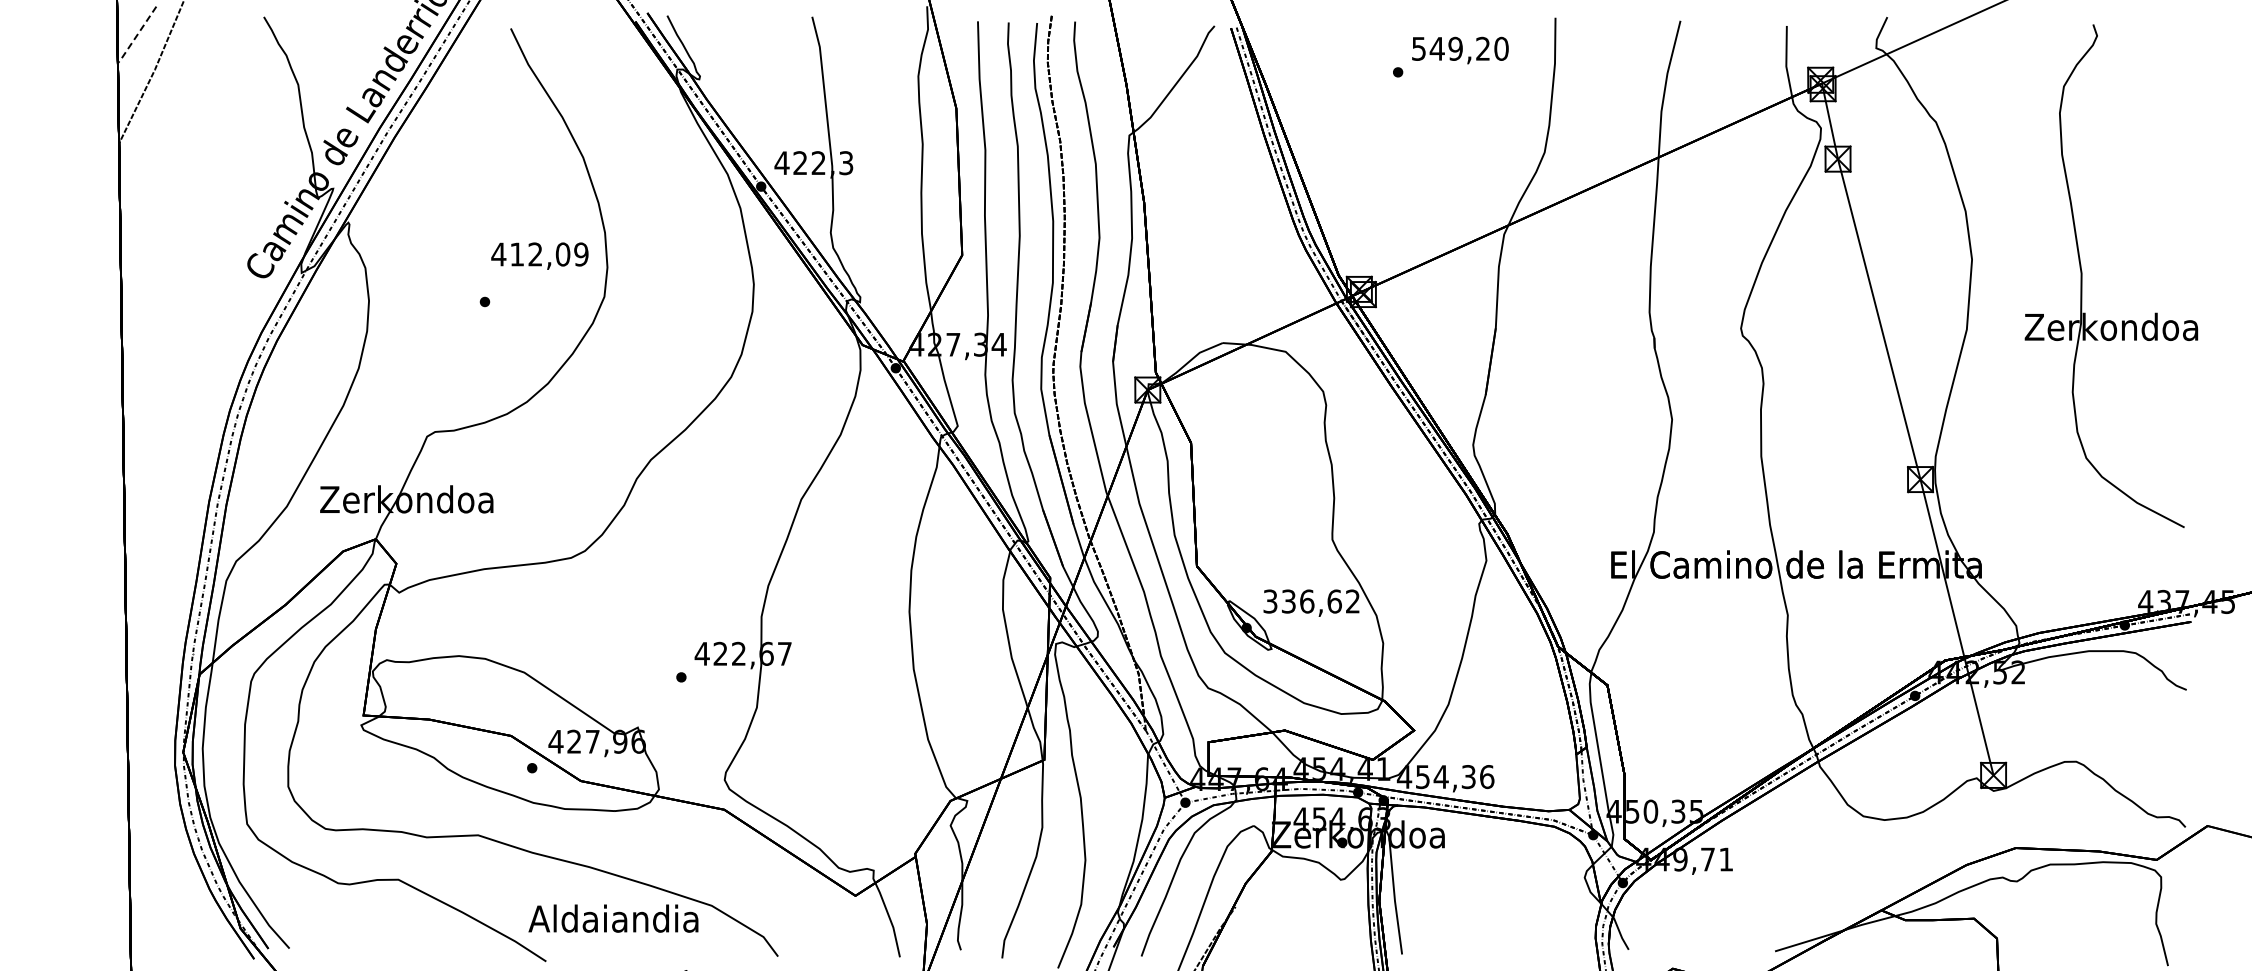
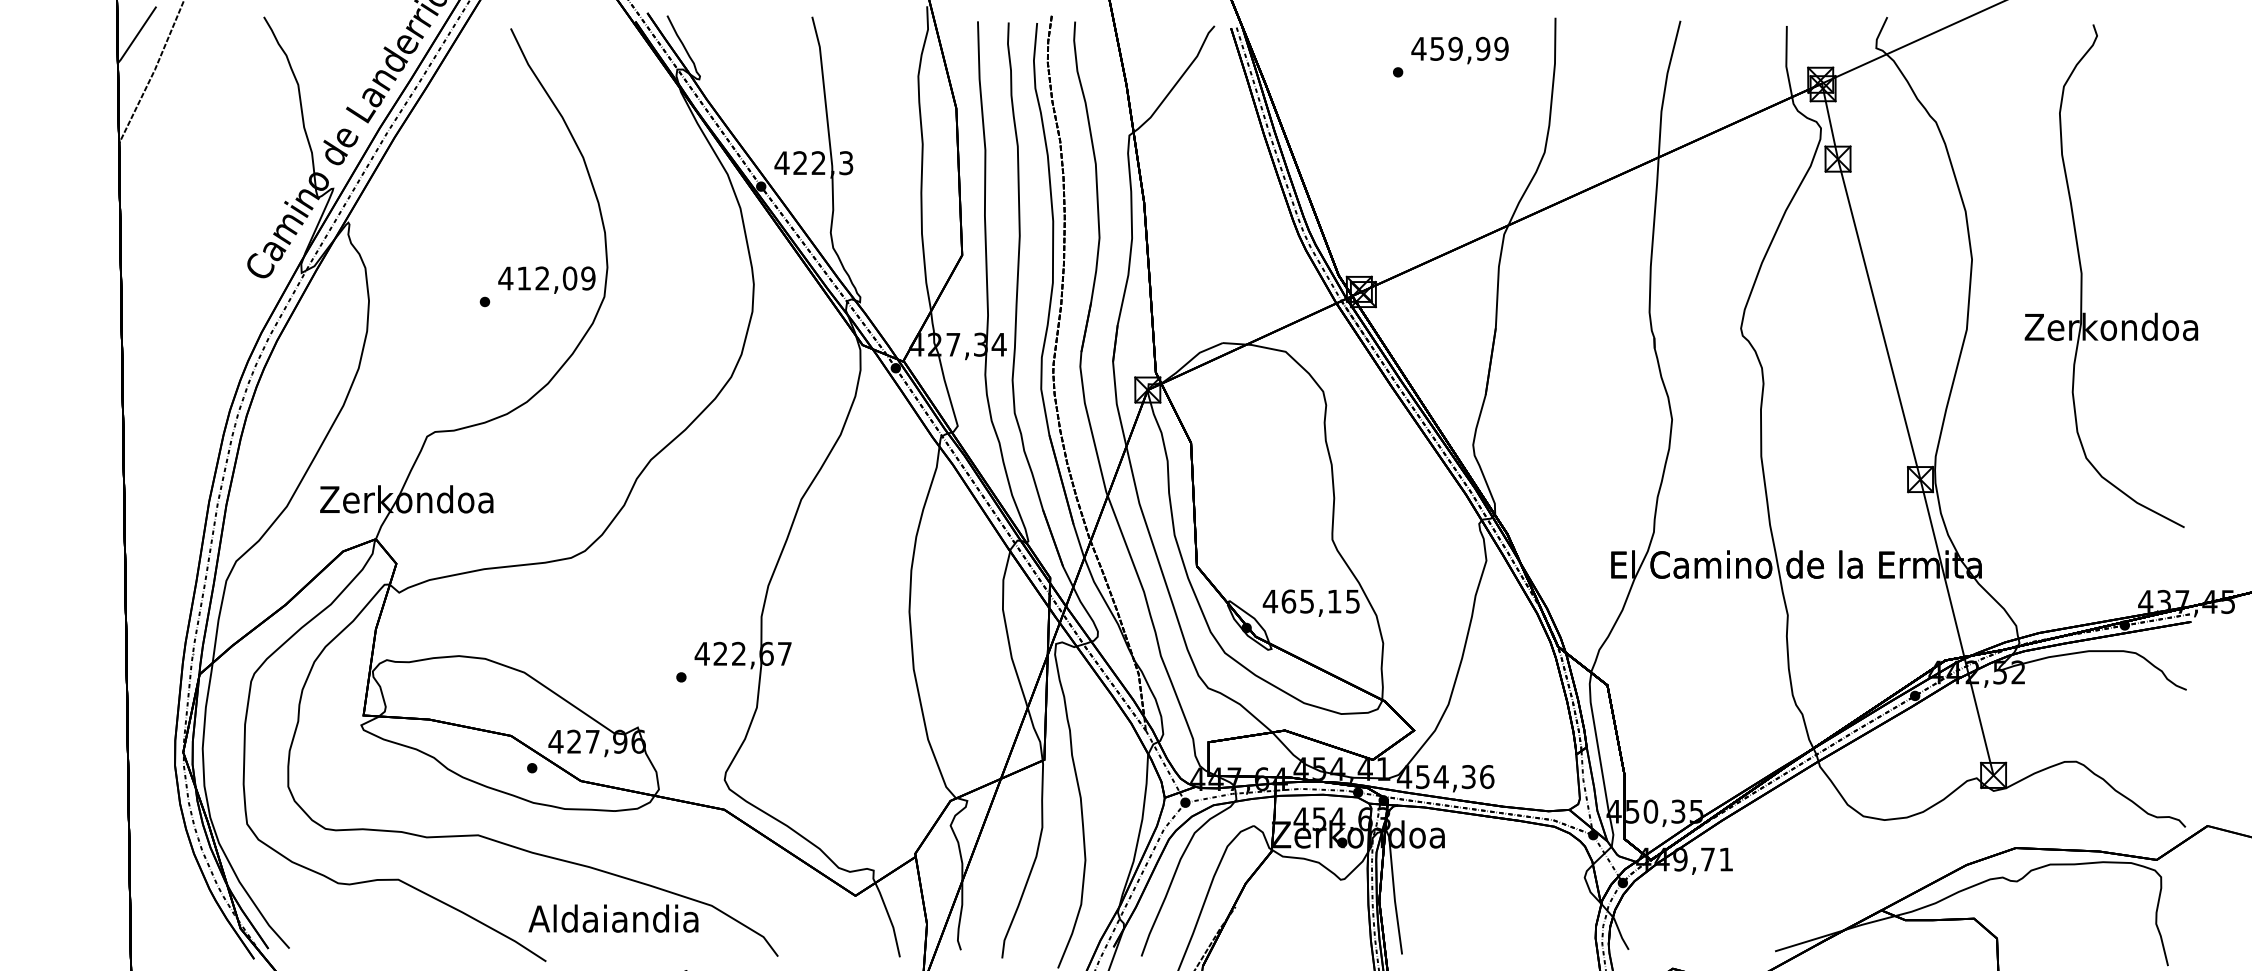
line at (136, 36): dashed -> solid
text at (1459, 48): 549,20 -> 459,99
text at (539, 255) position: (539, 255) -> (546, 279)
text at (1310, 601): 336,62 -> 465,15
